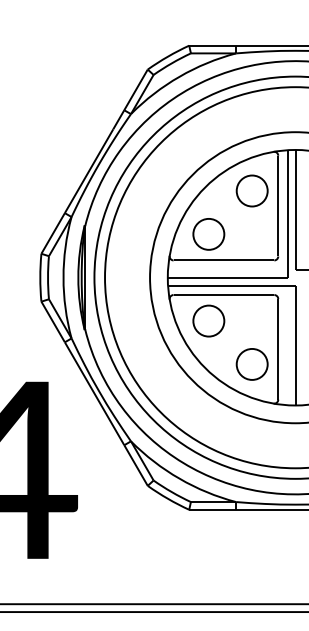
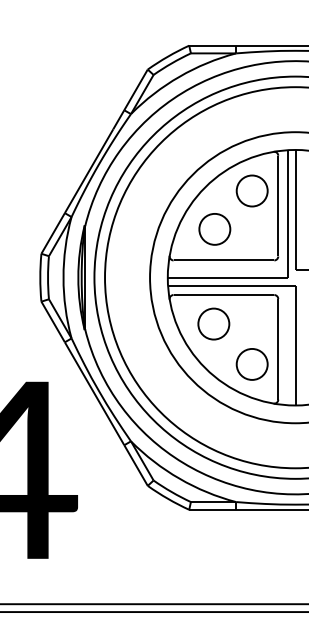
part at (208, 234) position: (208, 234) -> (214, 229)
part at (208, 320) position: (208, 320) -> (213, 323)
